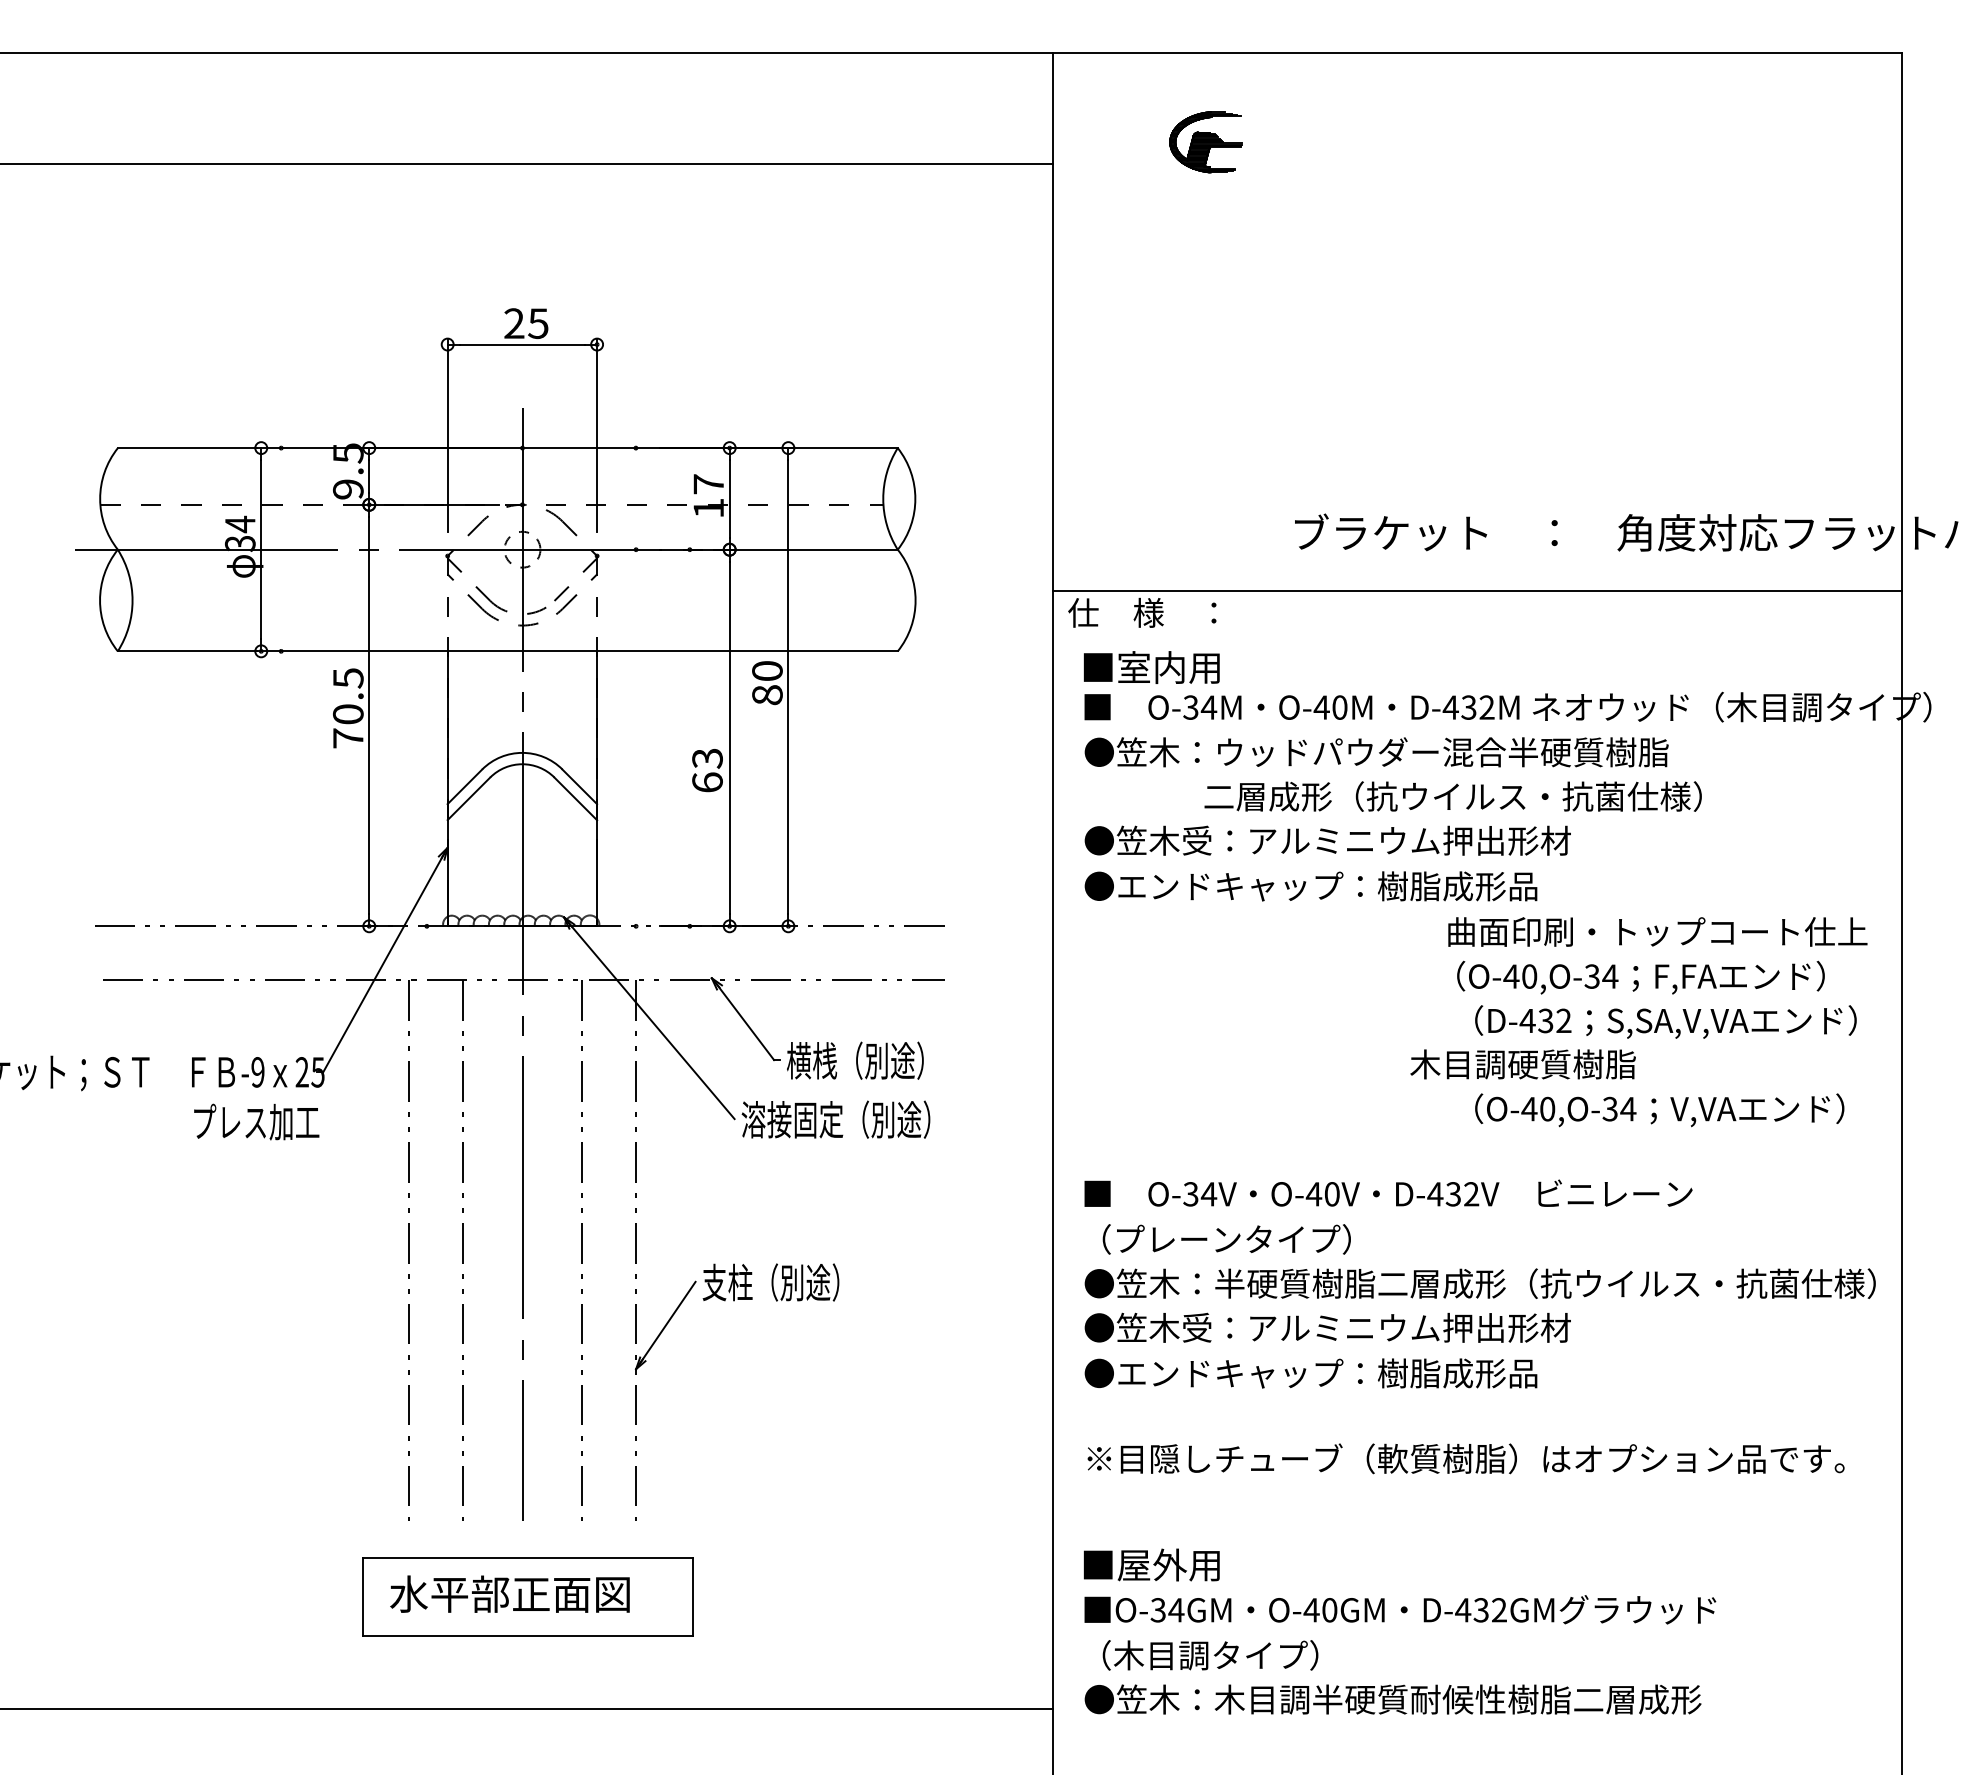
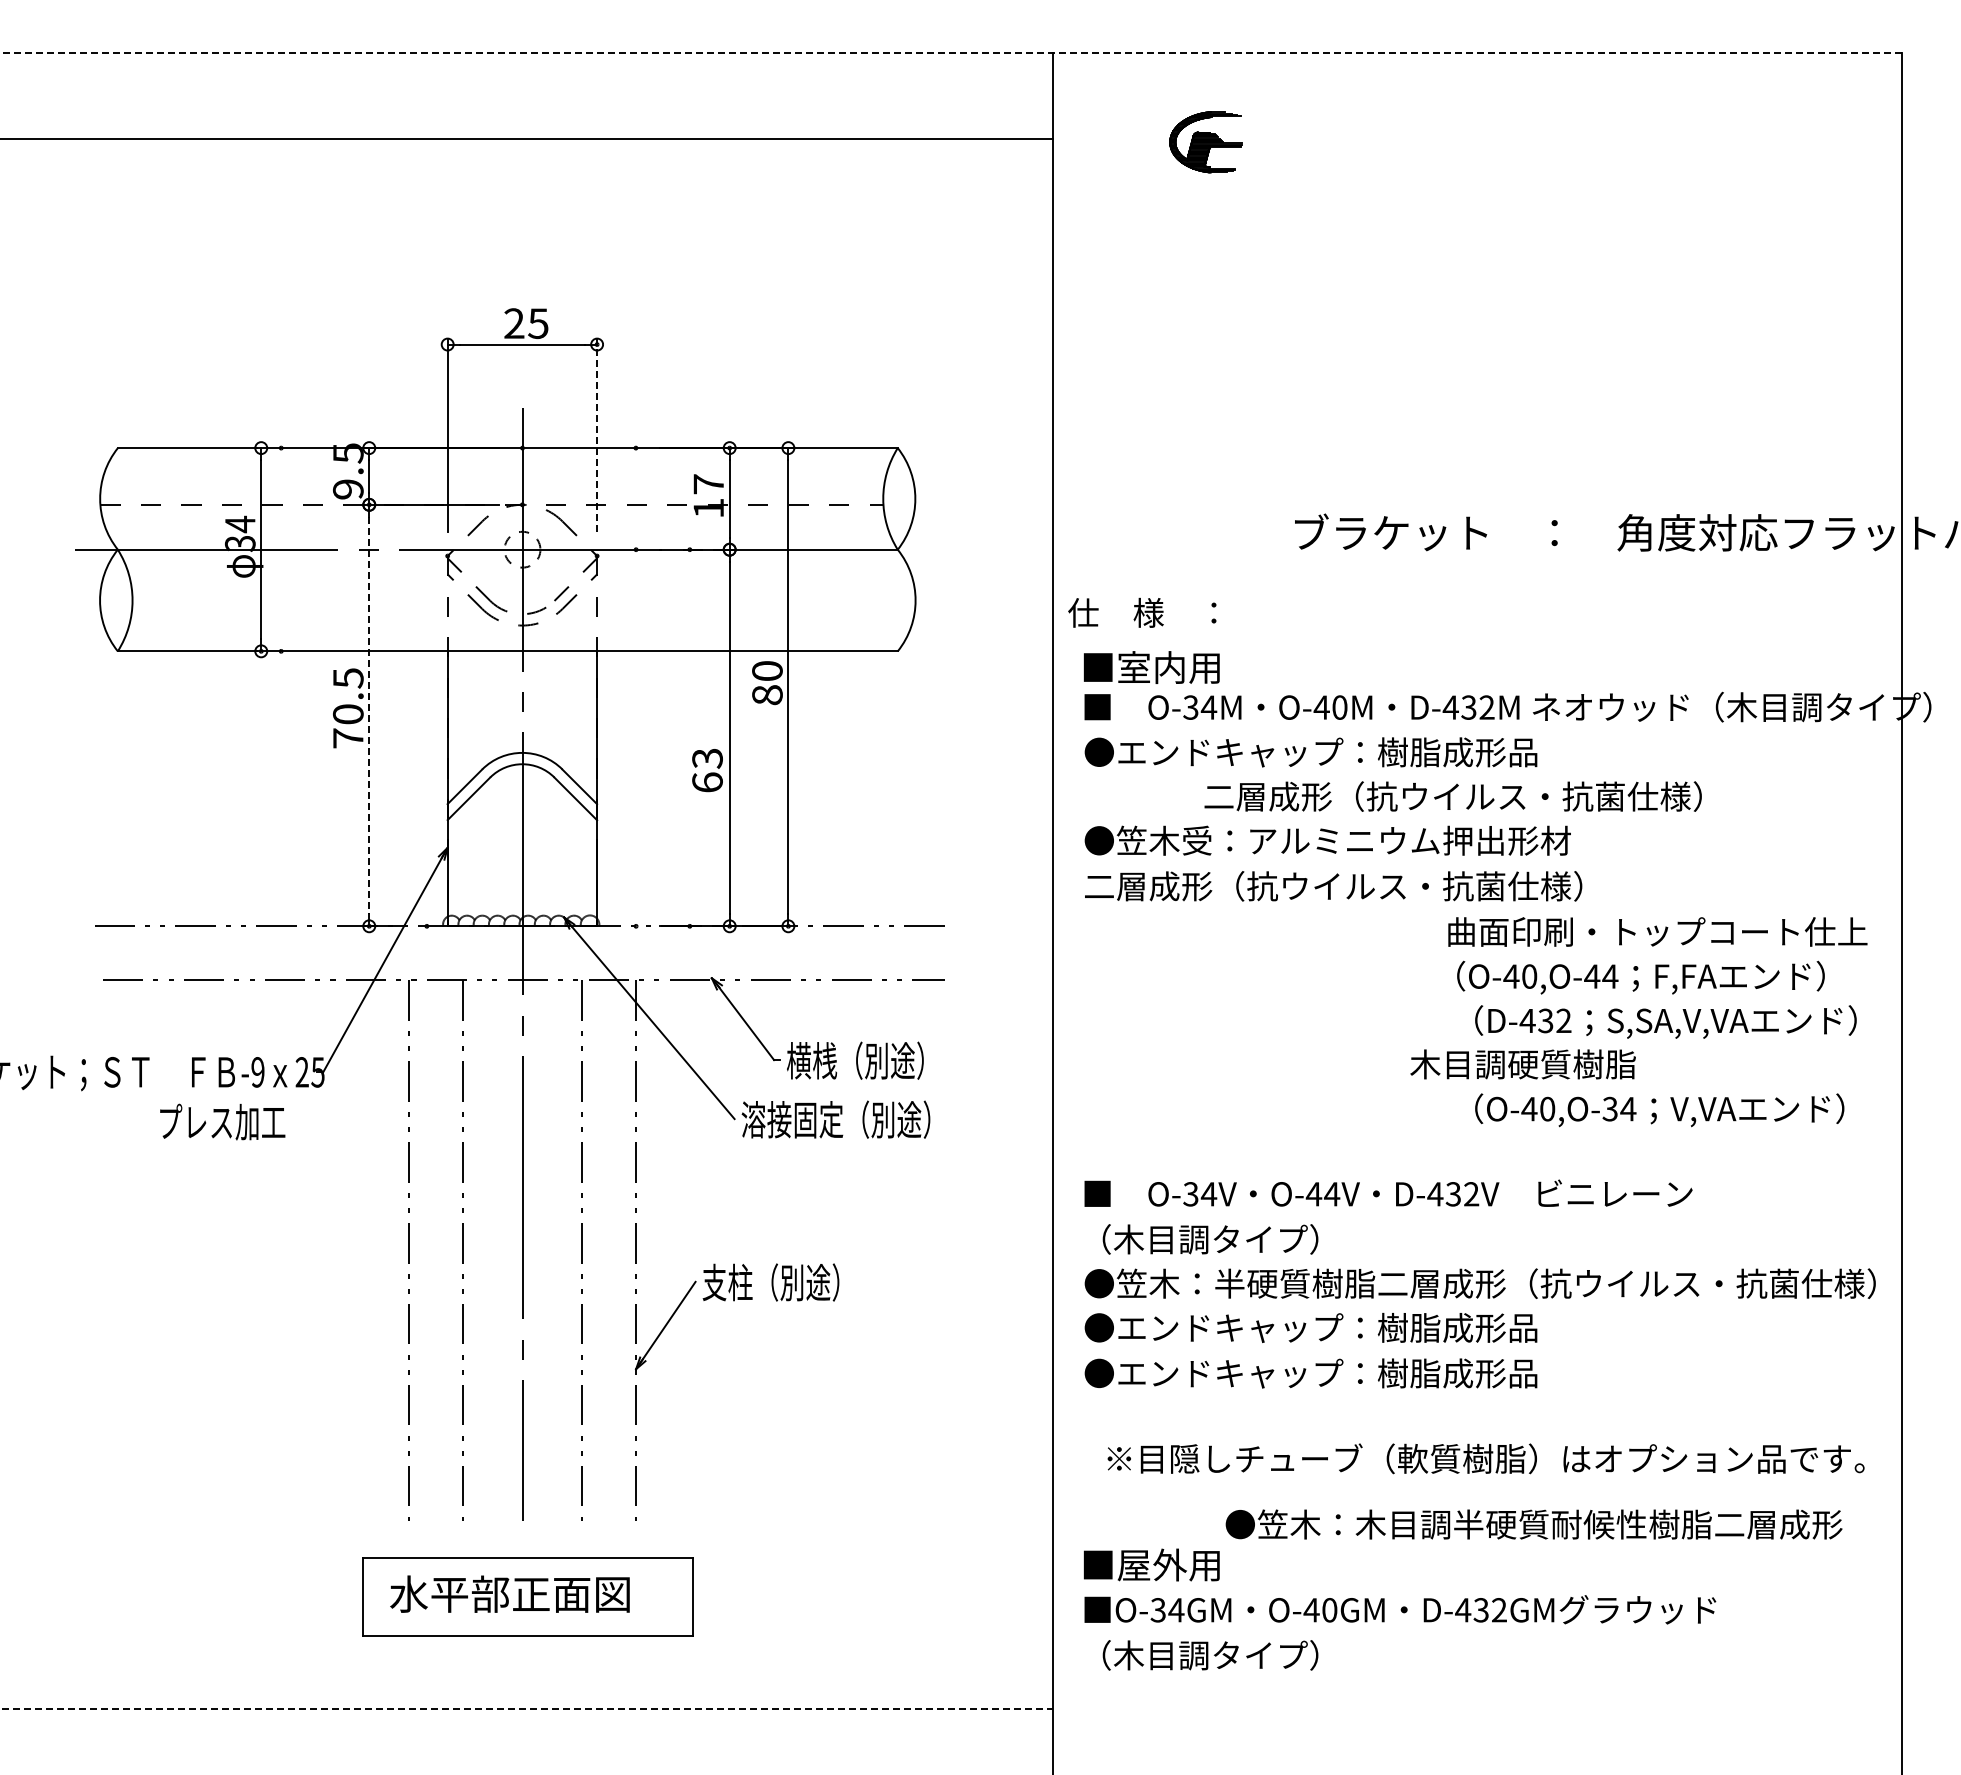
line at (951, 53): solid -> dashed
line at (527, 164) position: (527, 164) -> (527, 139)
line at (597, 435): solid -> dashed
line at (1477, 591): present -> none
line at (369, 715): solid -> dashed
text at (1392, 752): ●笠木：ウッドパウダー混合半硬質樹脂 -> ●エンドキャップ：樹脂成形品
text at (1333, 886): ●エンドキャップ：樹脂成形品 -> 二層成形（抗ウイルス・抗菌仕様）
text at (1592, 976): O-40,O-34 -> O-40,O-44
text at (256, 1121) position: (256, 1121) -> (222, 1121)
text at (1332, 1194): O-40V -> O-44V
text at (1232, 1239): （プレーンタイプ） -> （木目調タイプ）
text at (1343, 1327): ●笠木受：アルミニウム押出形材 -> ●エンドキャップ：樹脂成形品
text at (1465, 1458) position: (1465, 1458) -> (1485, 1458)
text at (1392, 1699) position: (1392, 1699) -> (1533, 1524)
line at (527, 1709): solid -> dashed
